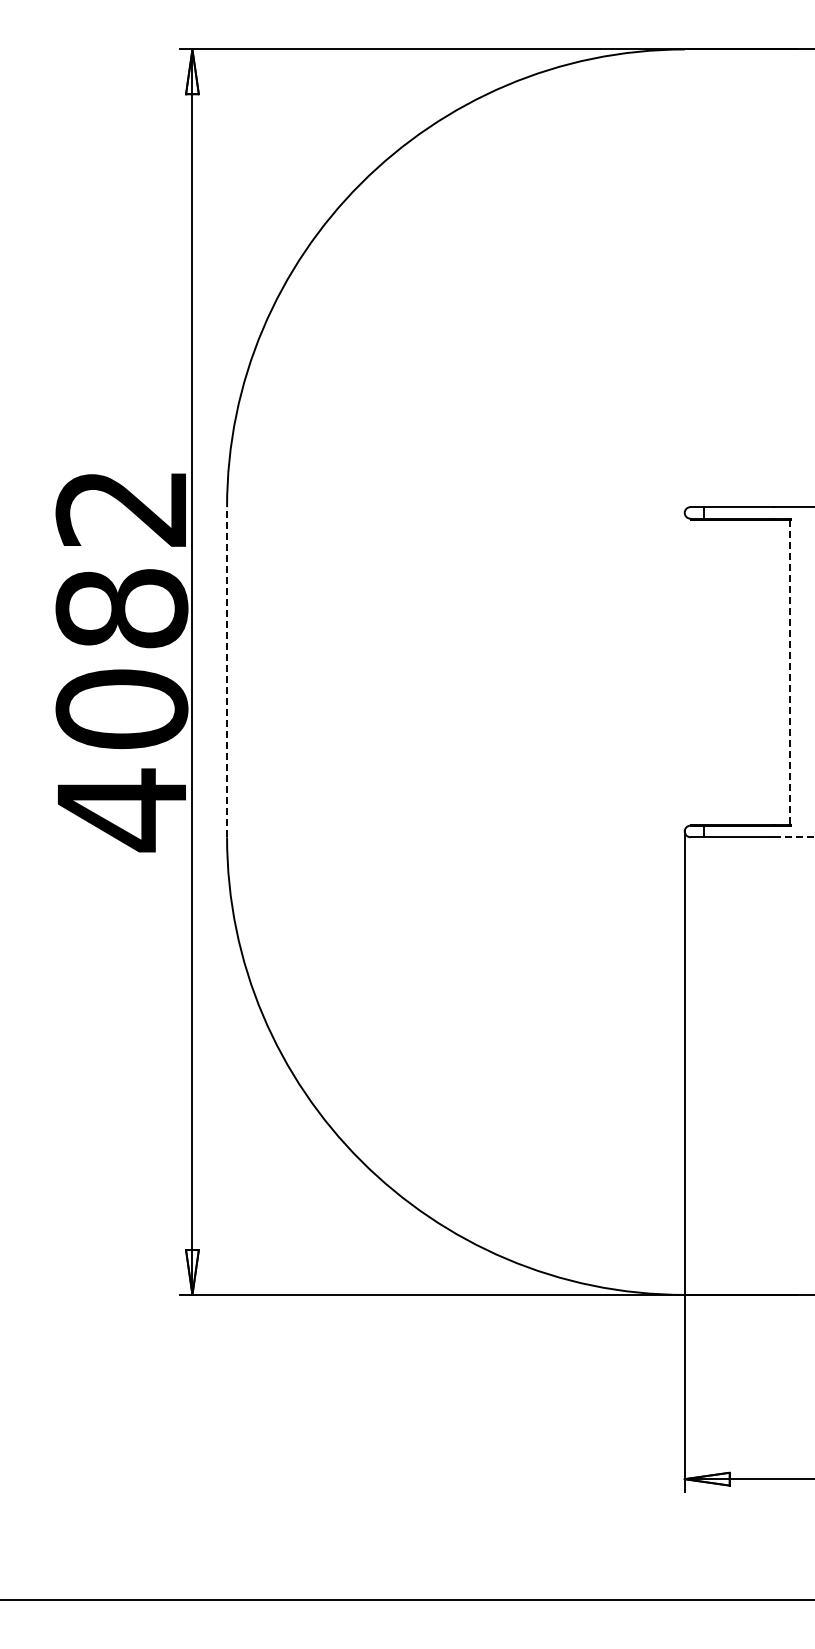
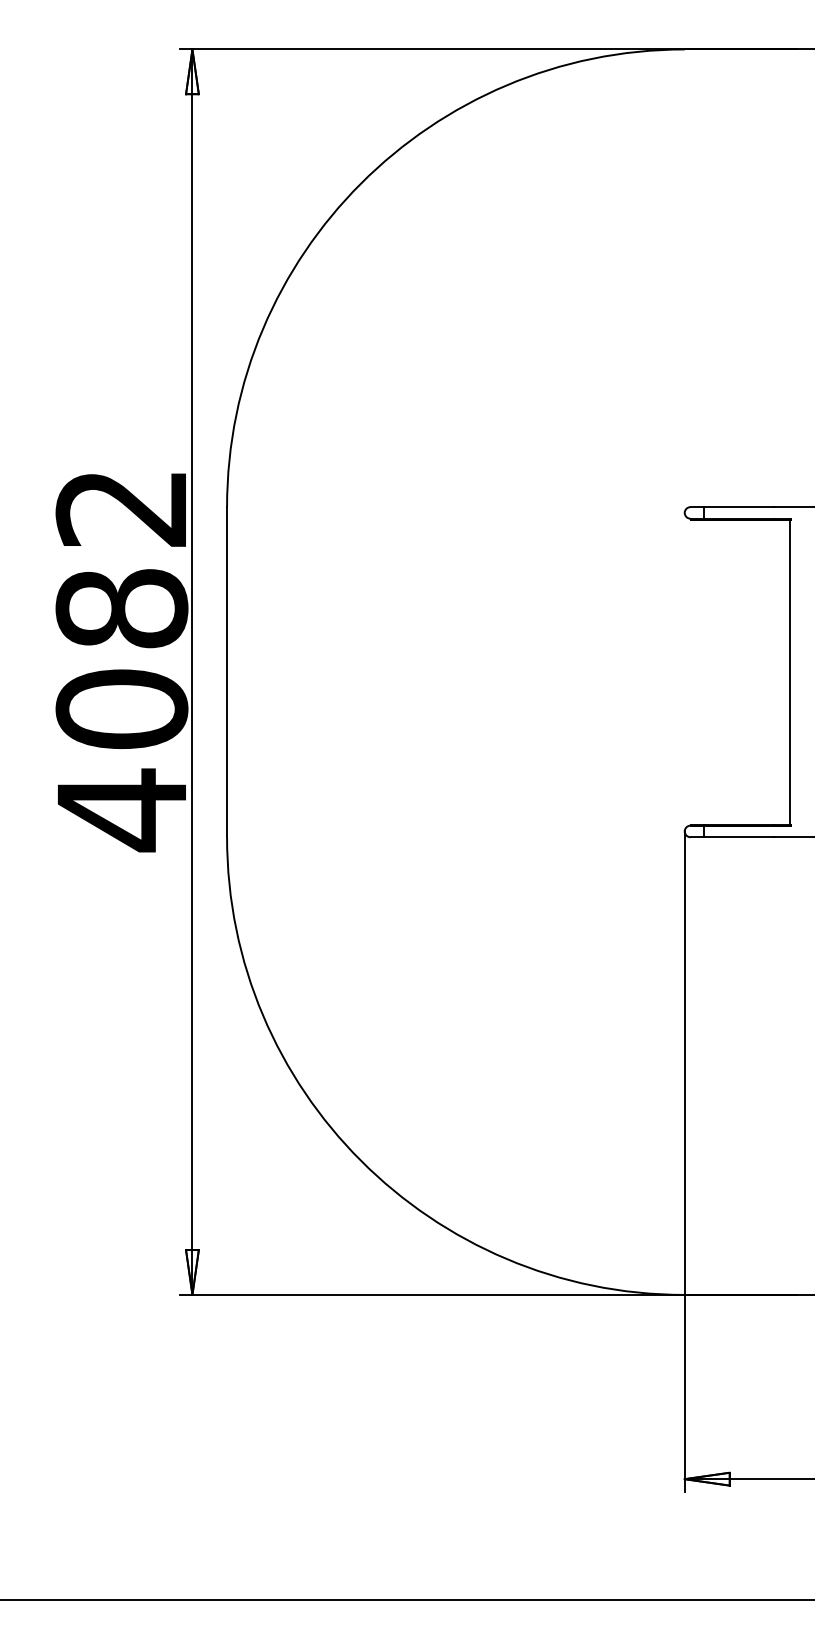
line at (227, 671): dashed -> solid
line at (790, 672): dashed -> solid
line at (794, 837): dashed -> solid
